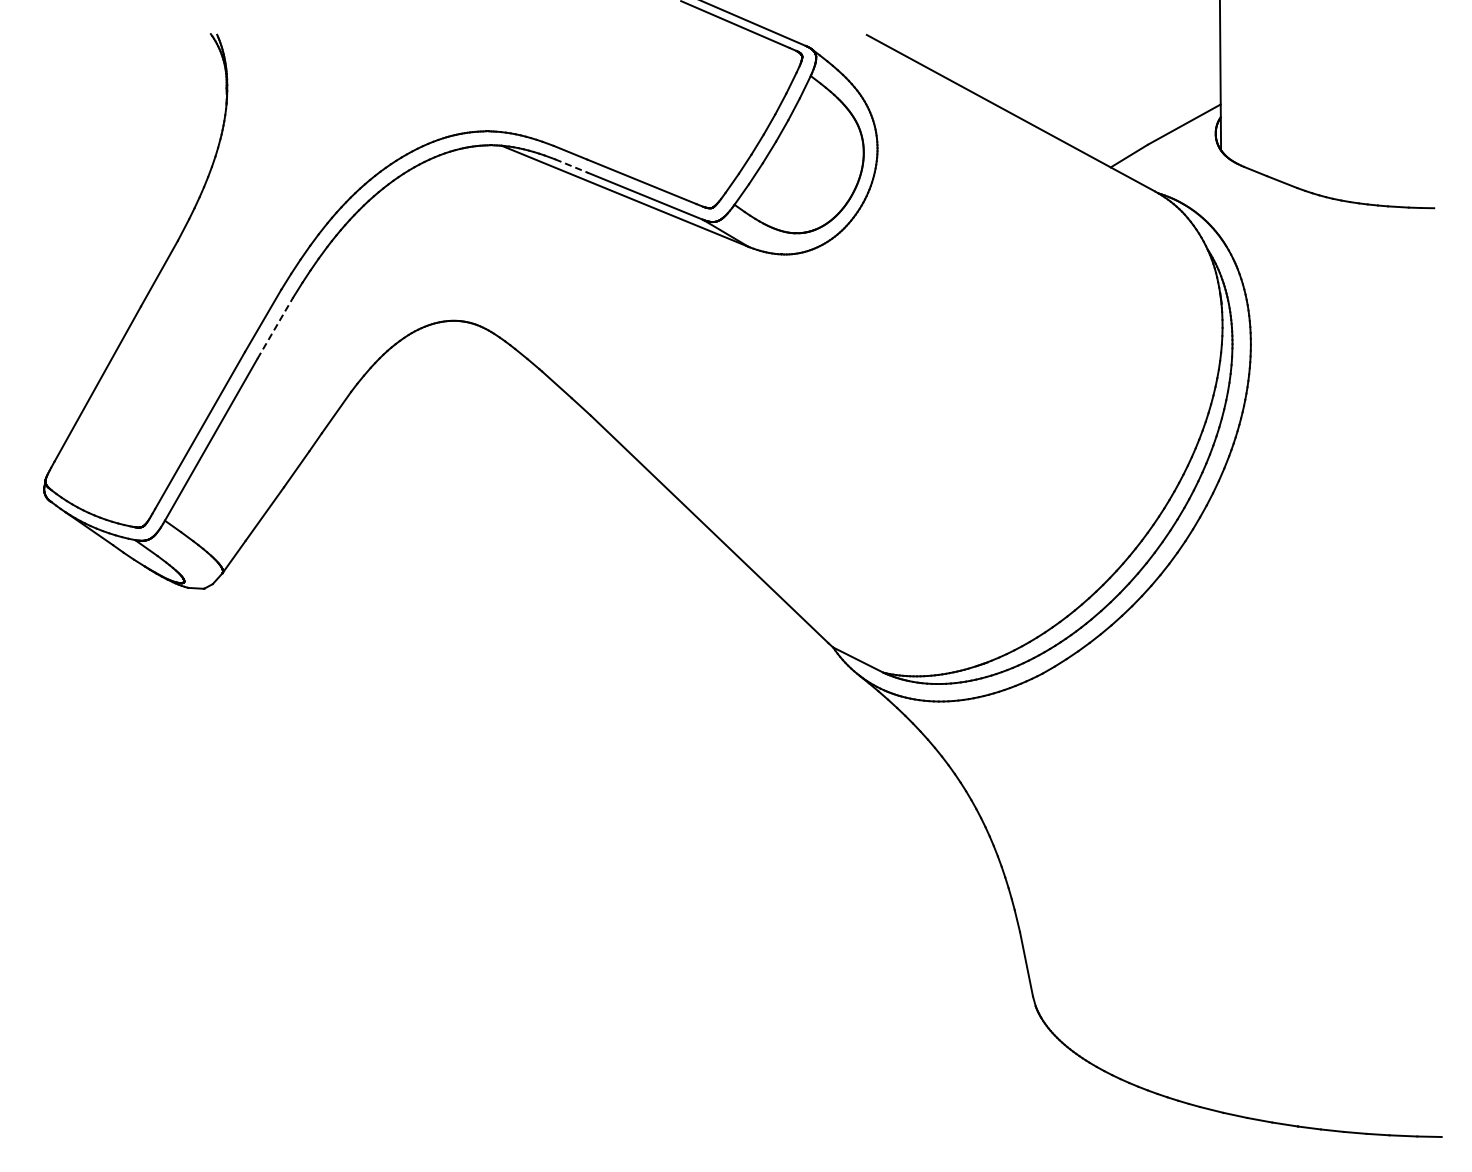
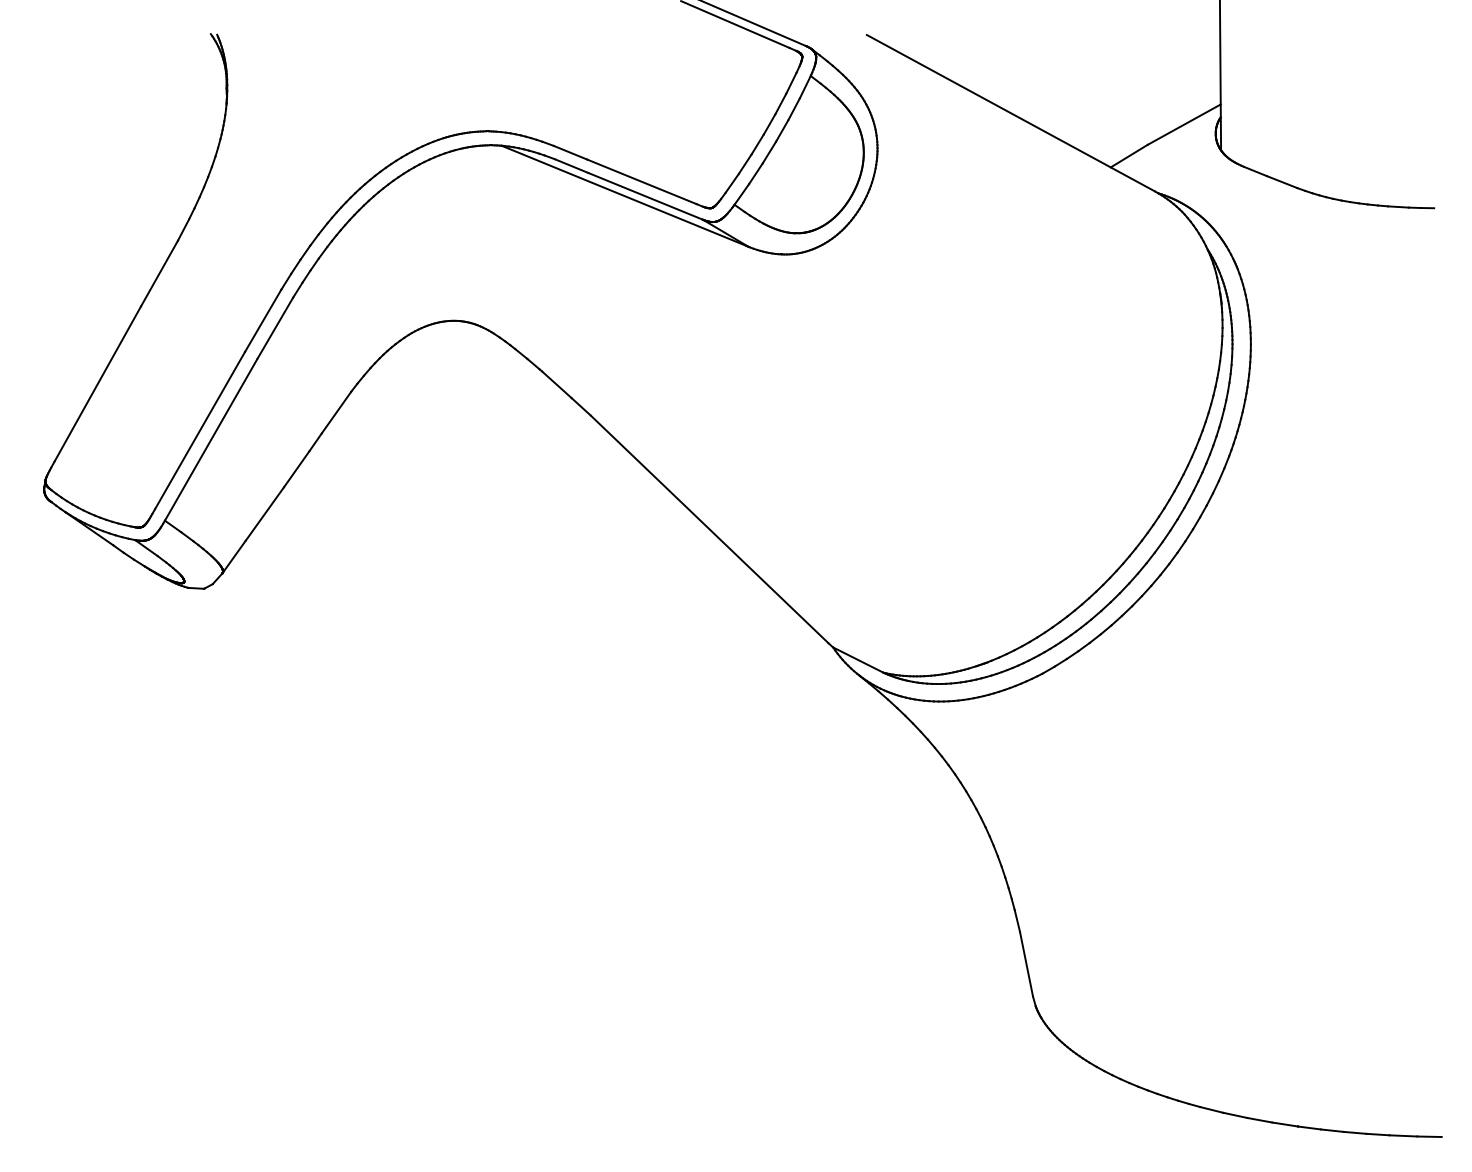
line at (572, 166): dashed -> solid
line at (275, 327): dashed -> solid
